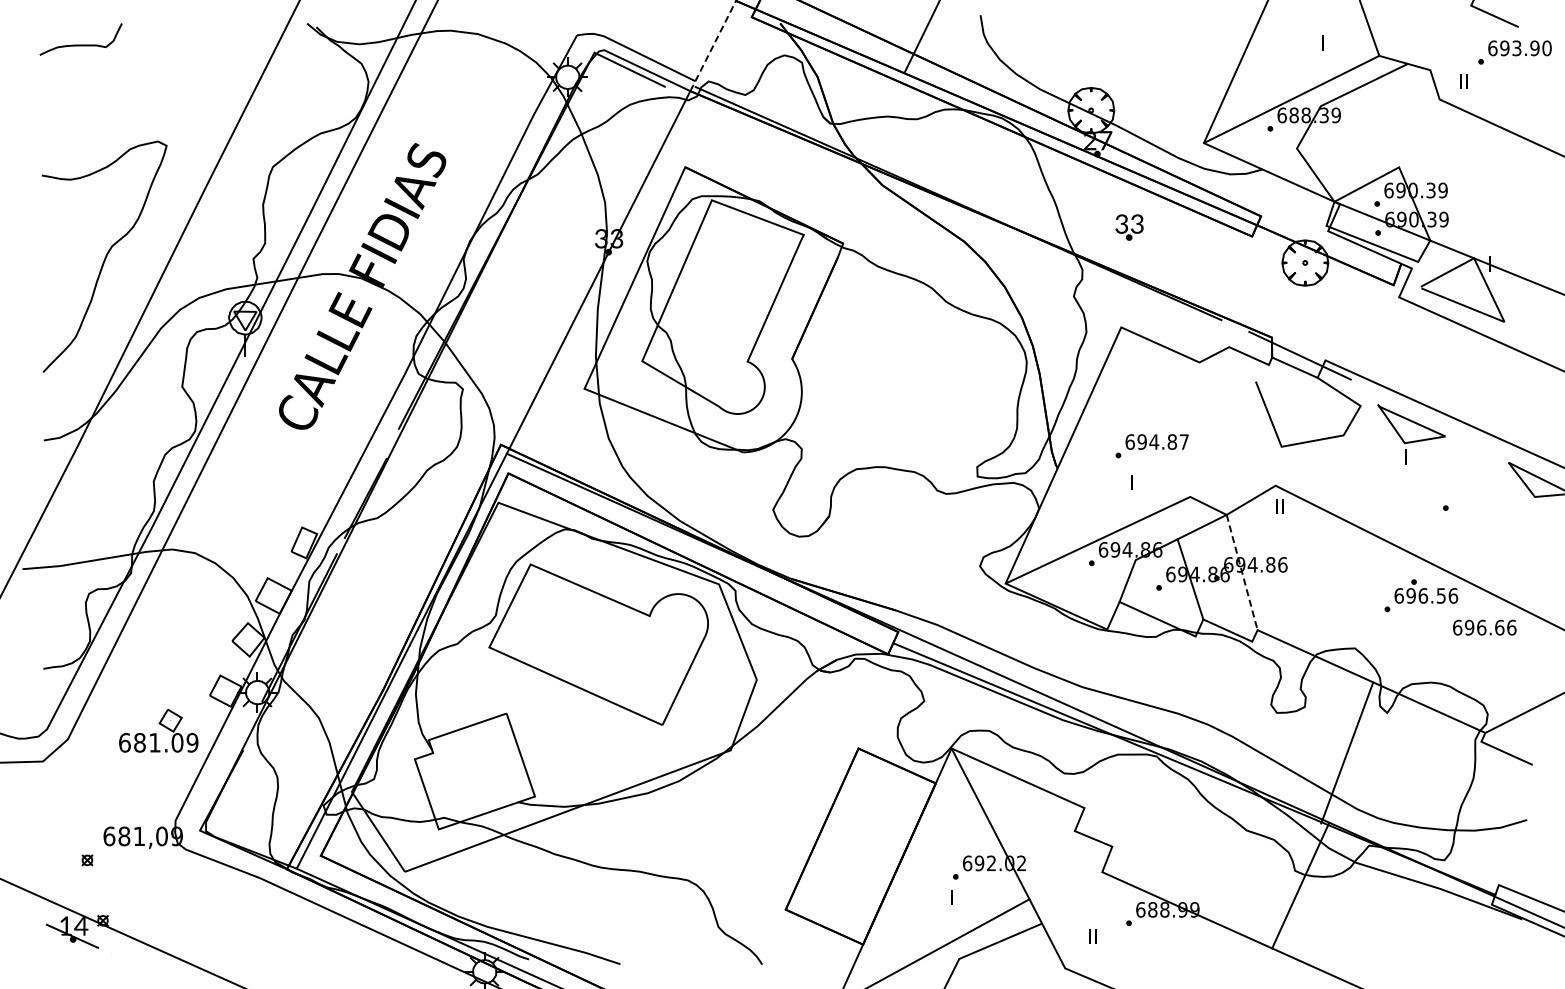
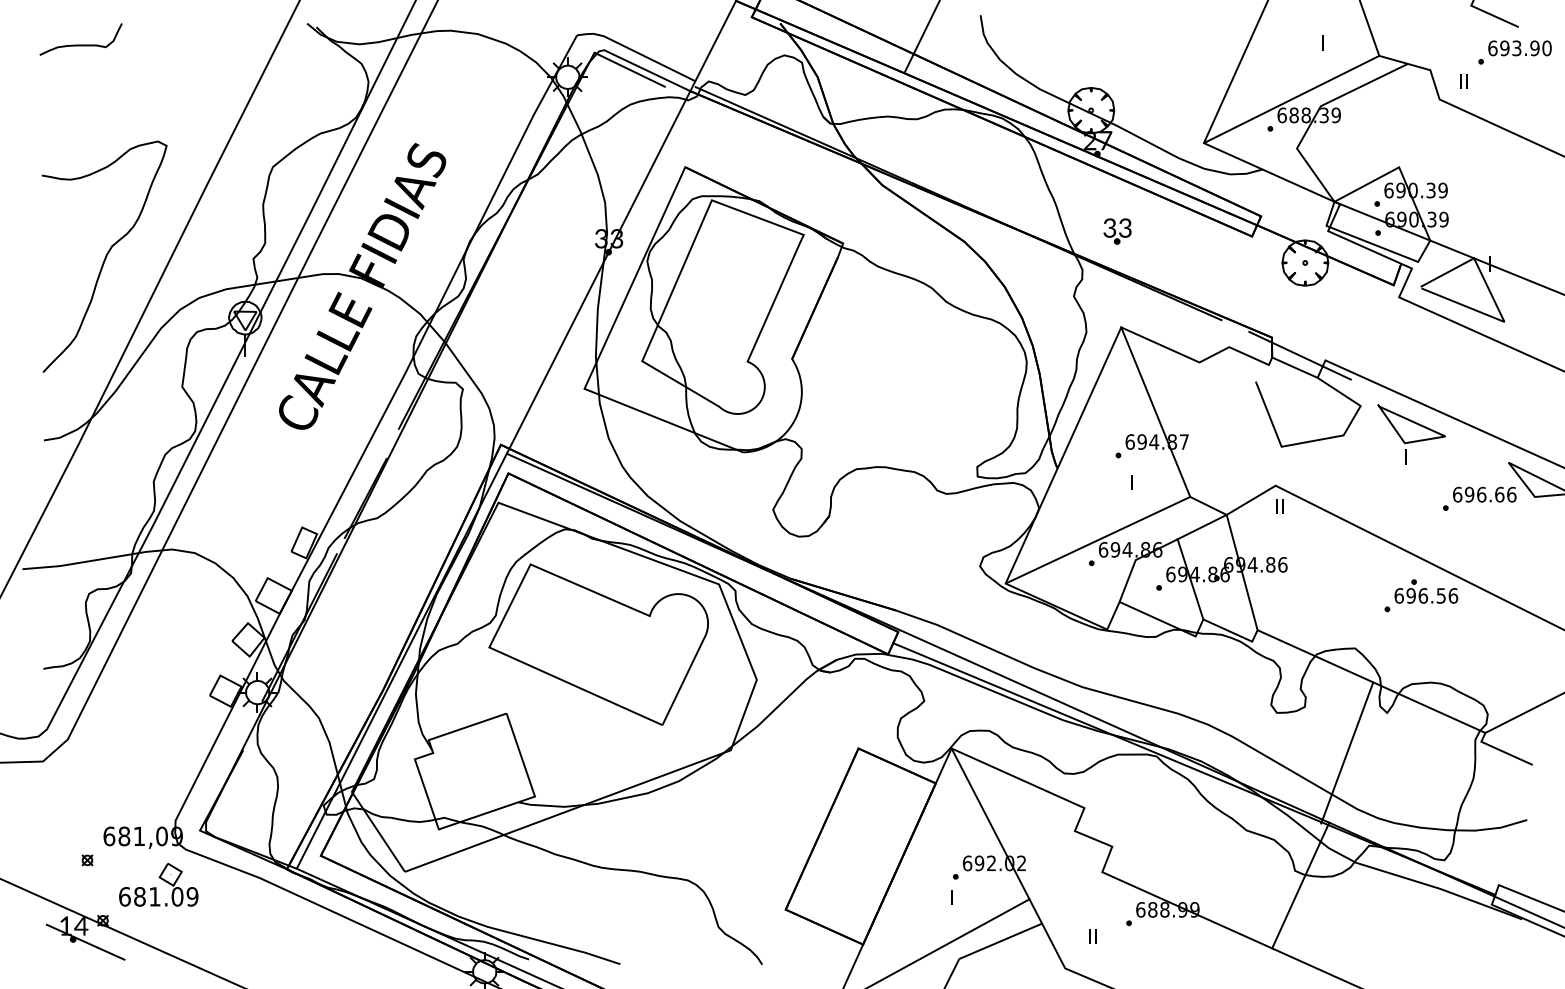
line at (713, 46): dashed -> solid
part at (1129, 227) position: (1129, 227) -> (1117, 231)
line at (1155, 411): none -> present
line at (1242, 572): dashed -> solid
text at (1484, 627) position: (1484, 627) -> (1484, 494)
part at (158, 730) position: (158, 730) -> (158, 884)
line at (111, 953): none -> present
